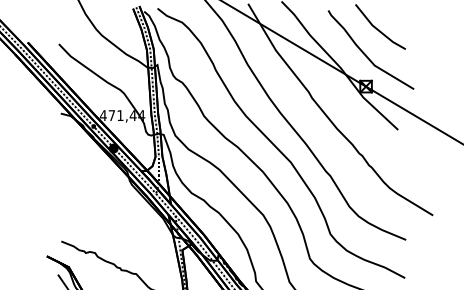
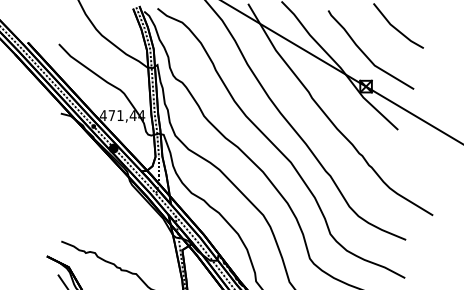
line at (379, 29) position: (379, 29) -> (397, 28)
